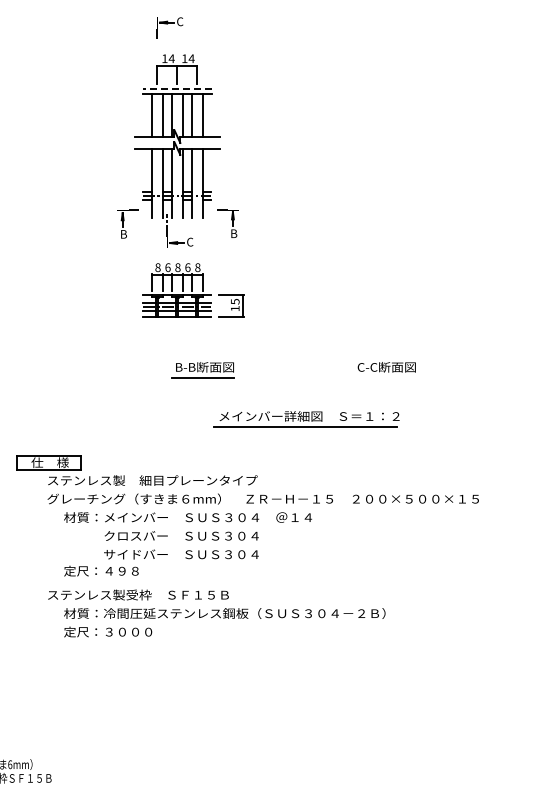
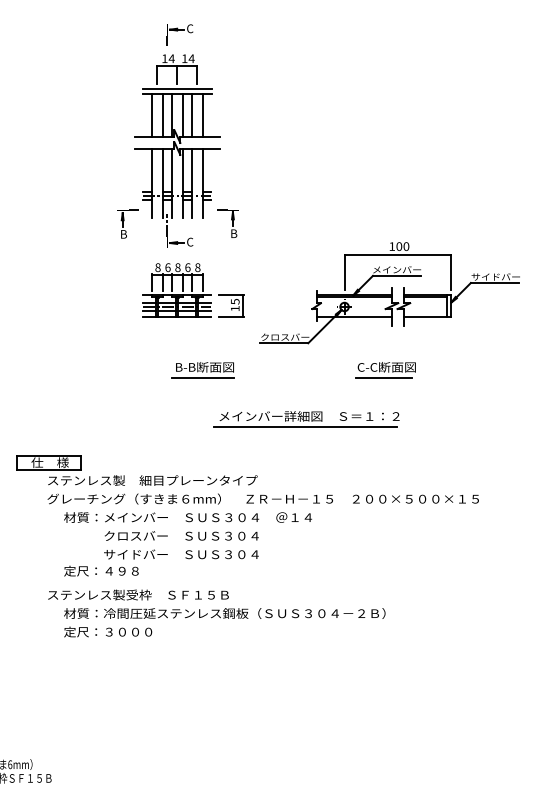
part at (169, 27) position: (169, 27) -> (179, 34)
line at (176, 89): dashed -> solid
part at (389, 293): none -> present
line at (384, 377): none -> present
